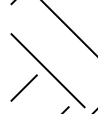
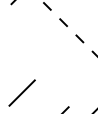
line at (69, 28): solid -> dashed
line at (47, 70): present -> none
line at (23, 87) position: (23, 87) -> (21, 92)
